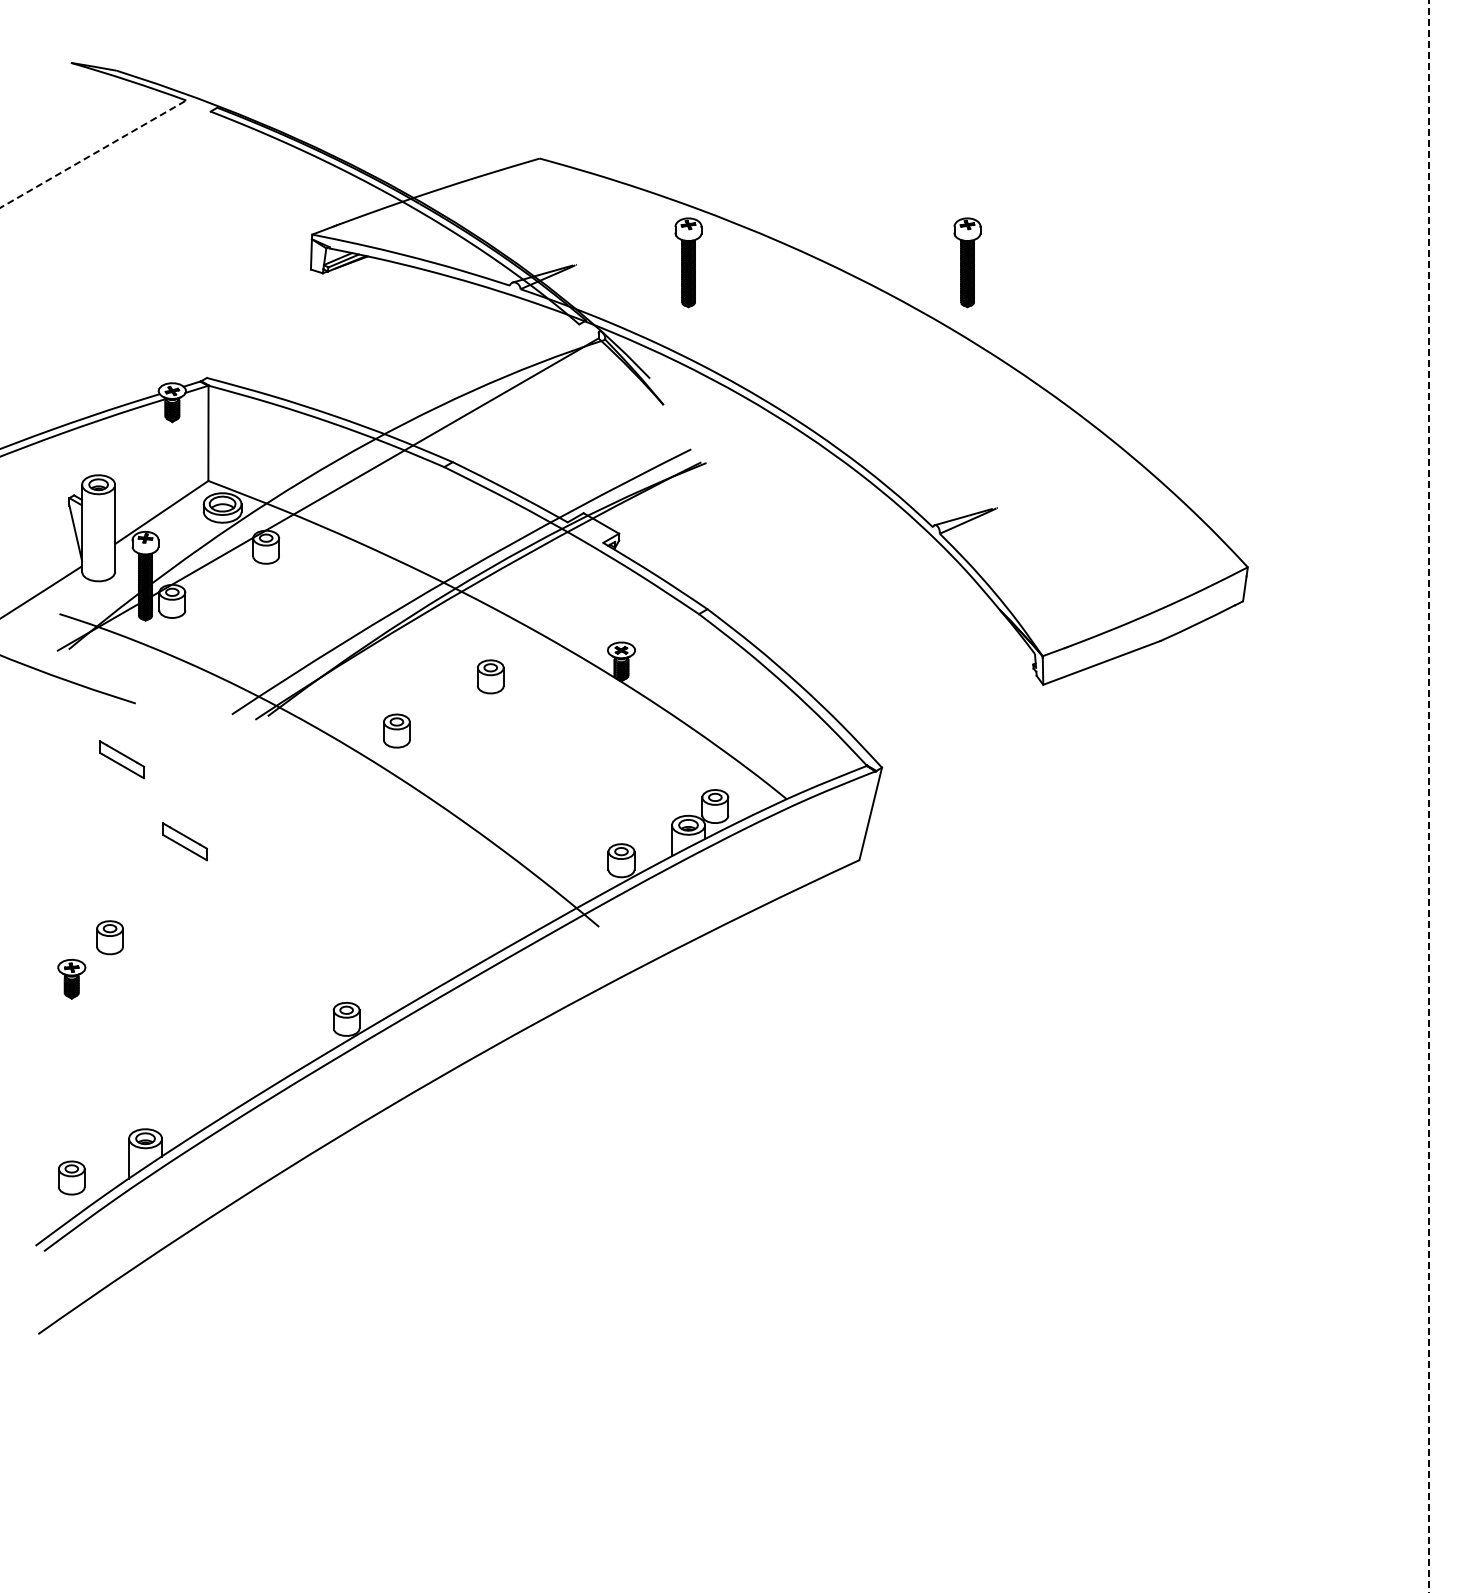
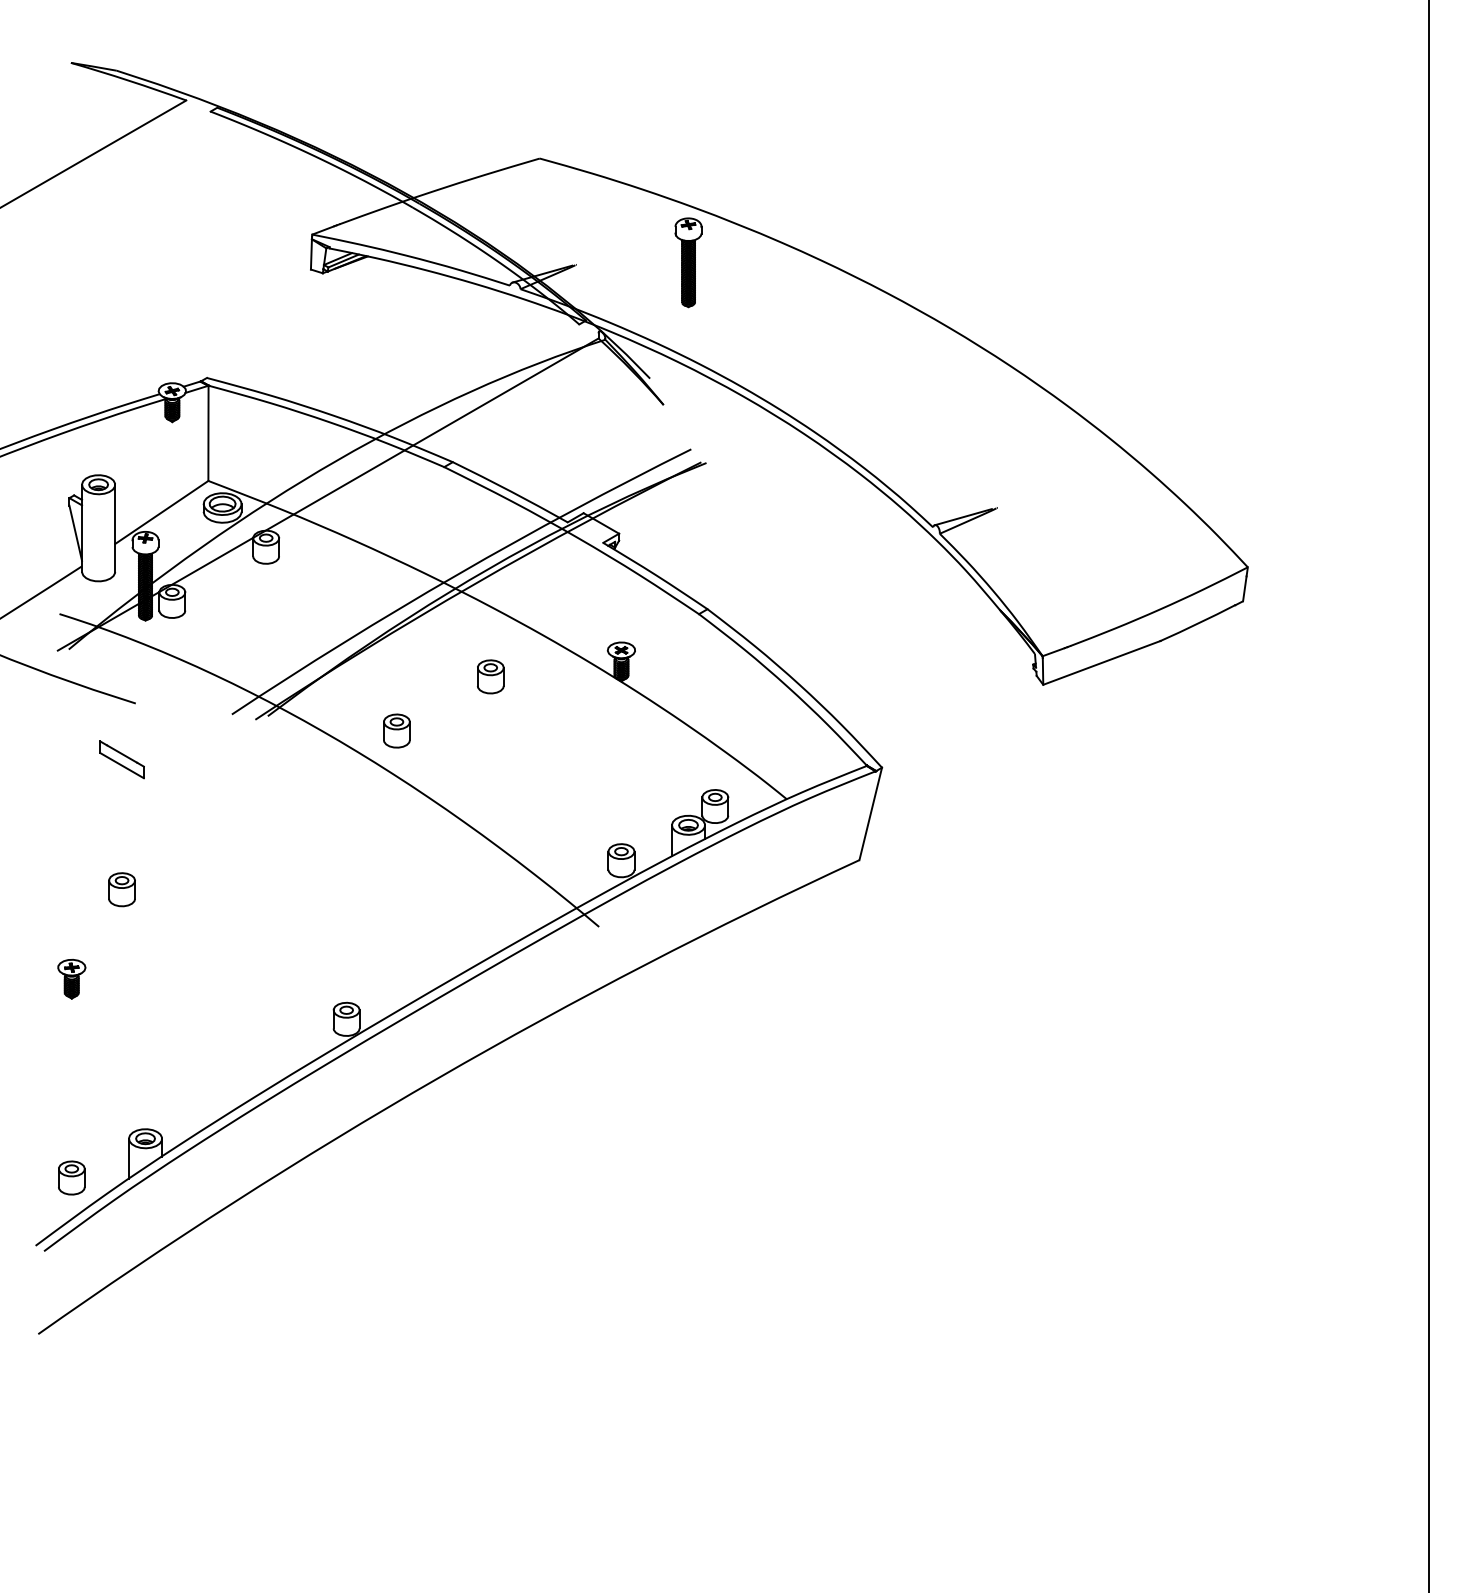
line at (93, 153): dashed -> solid
part at (967, 262): present -> none
line at (1428, 796): dashed -> solid
part at (184, 841): present -> none
part at (109, 937) position: (109, 937) -> (121, 889)
